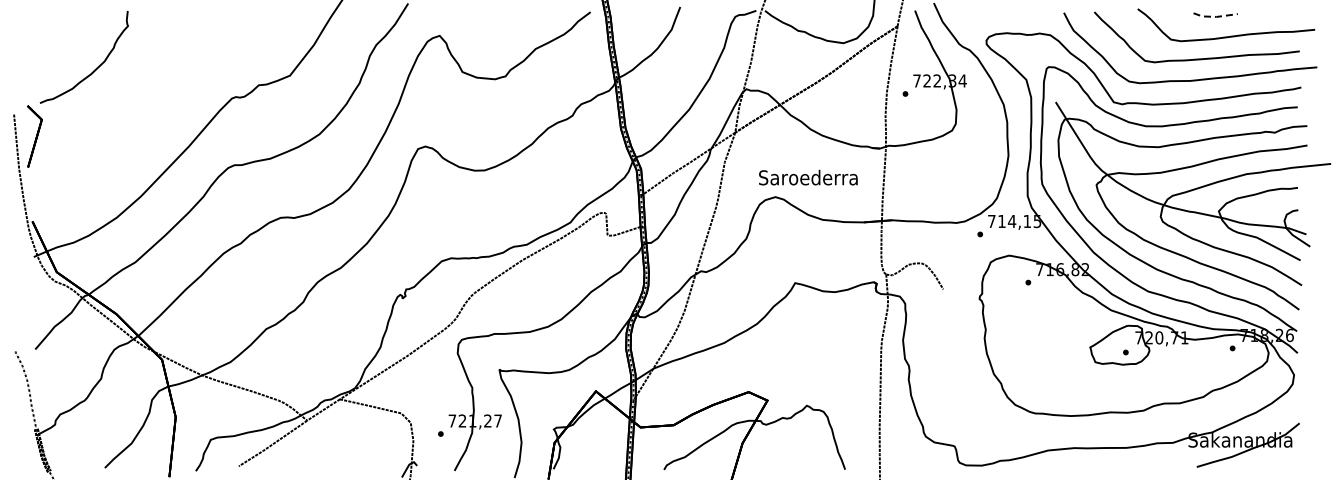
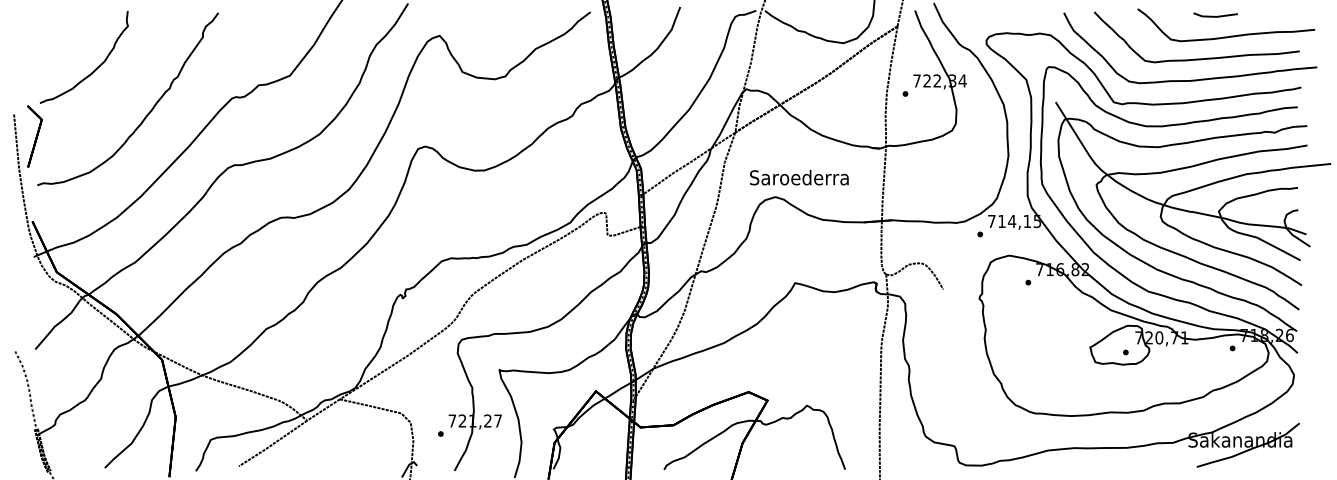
line at (1215, 16): dashed -> solid
curve at (146, 114): none -> present
text at (808, 177) position: (808, 177) -> (799, 177)
